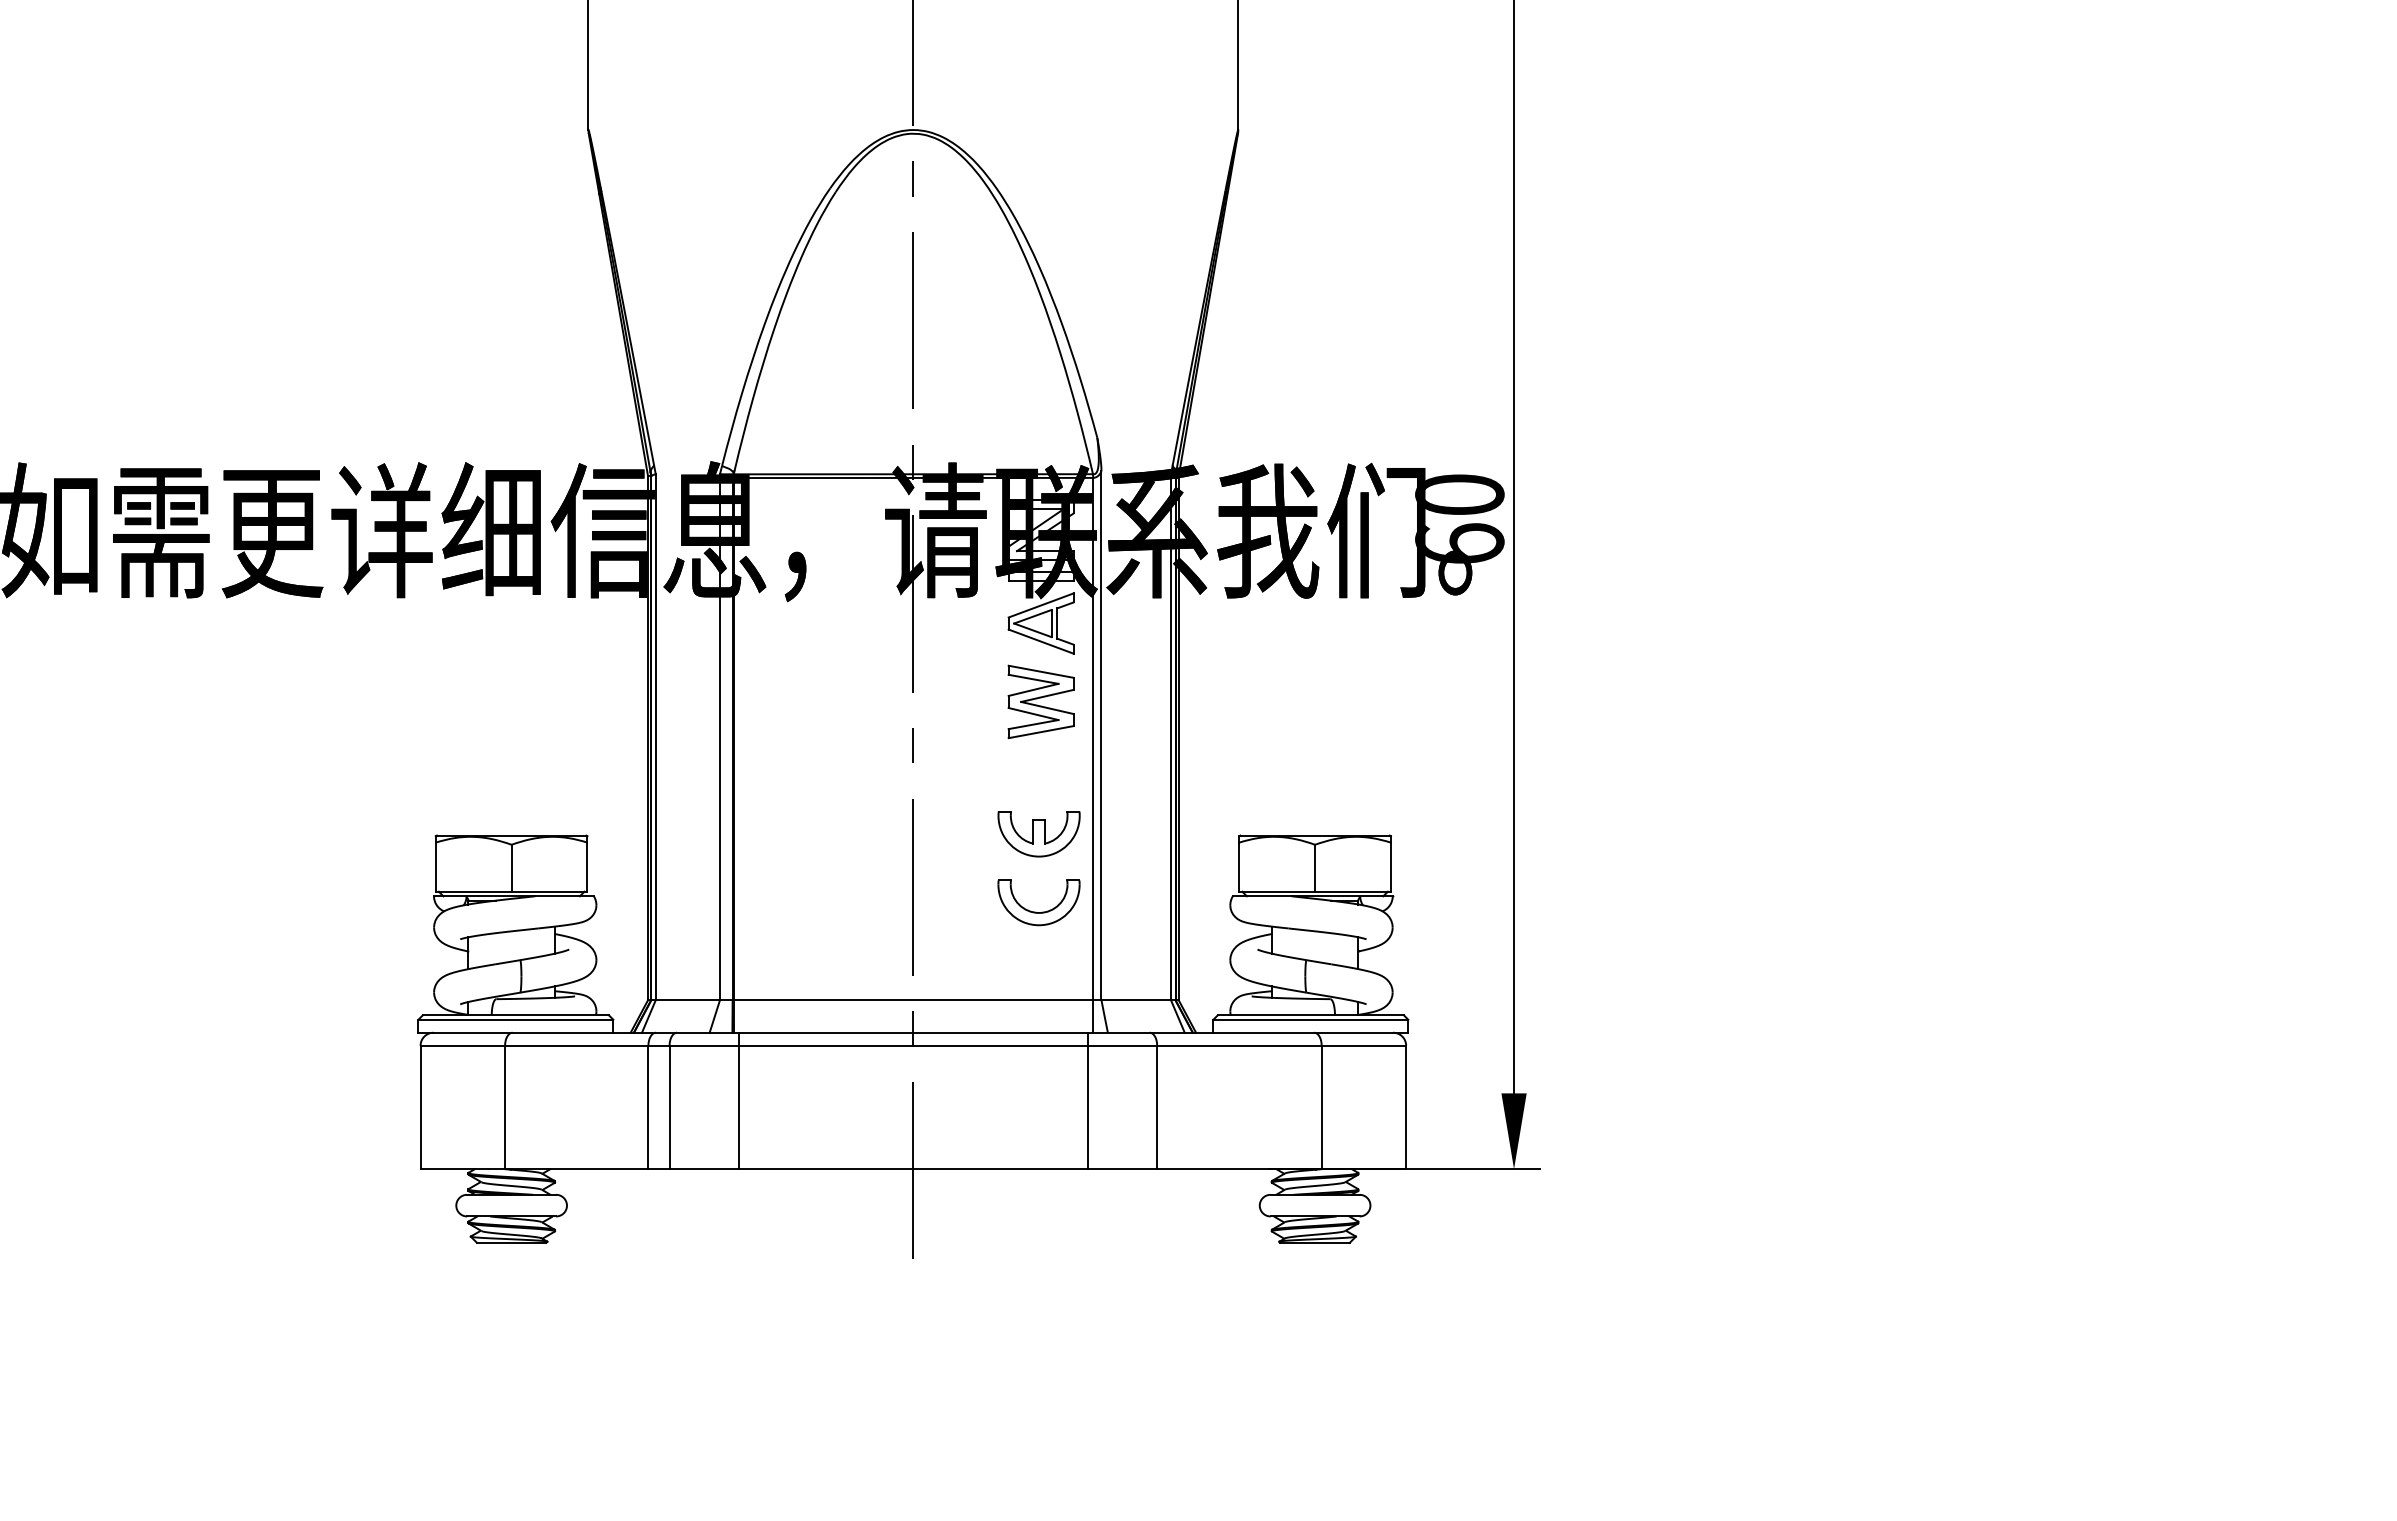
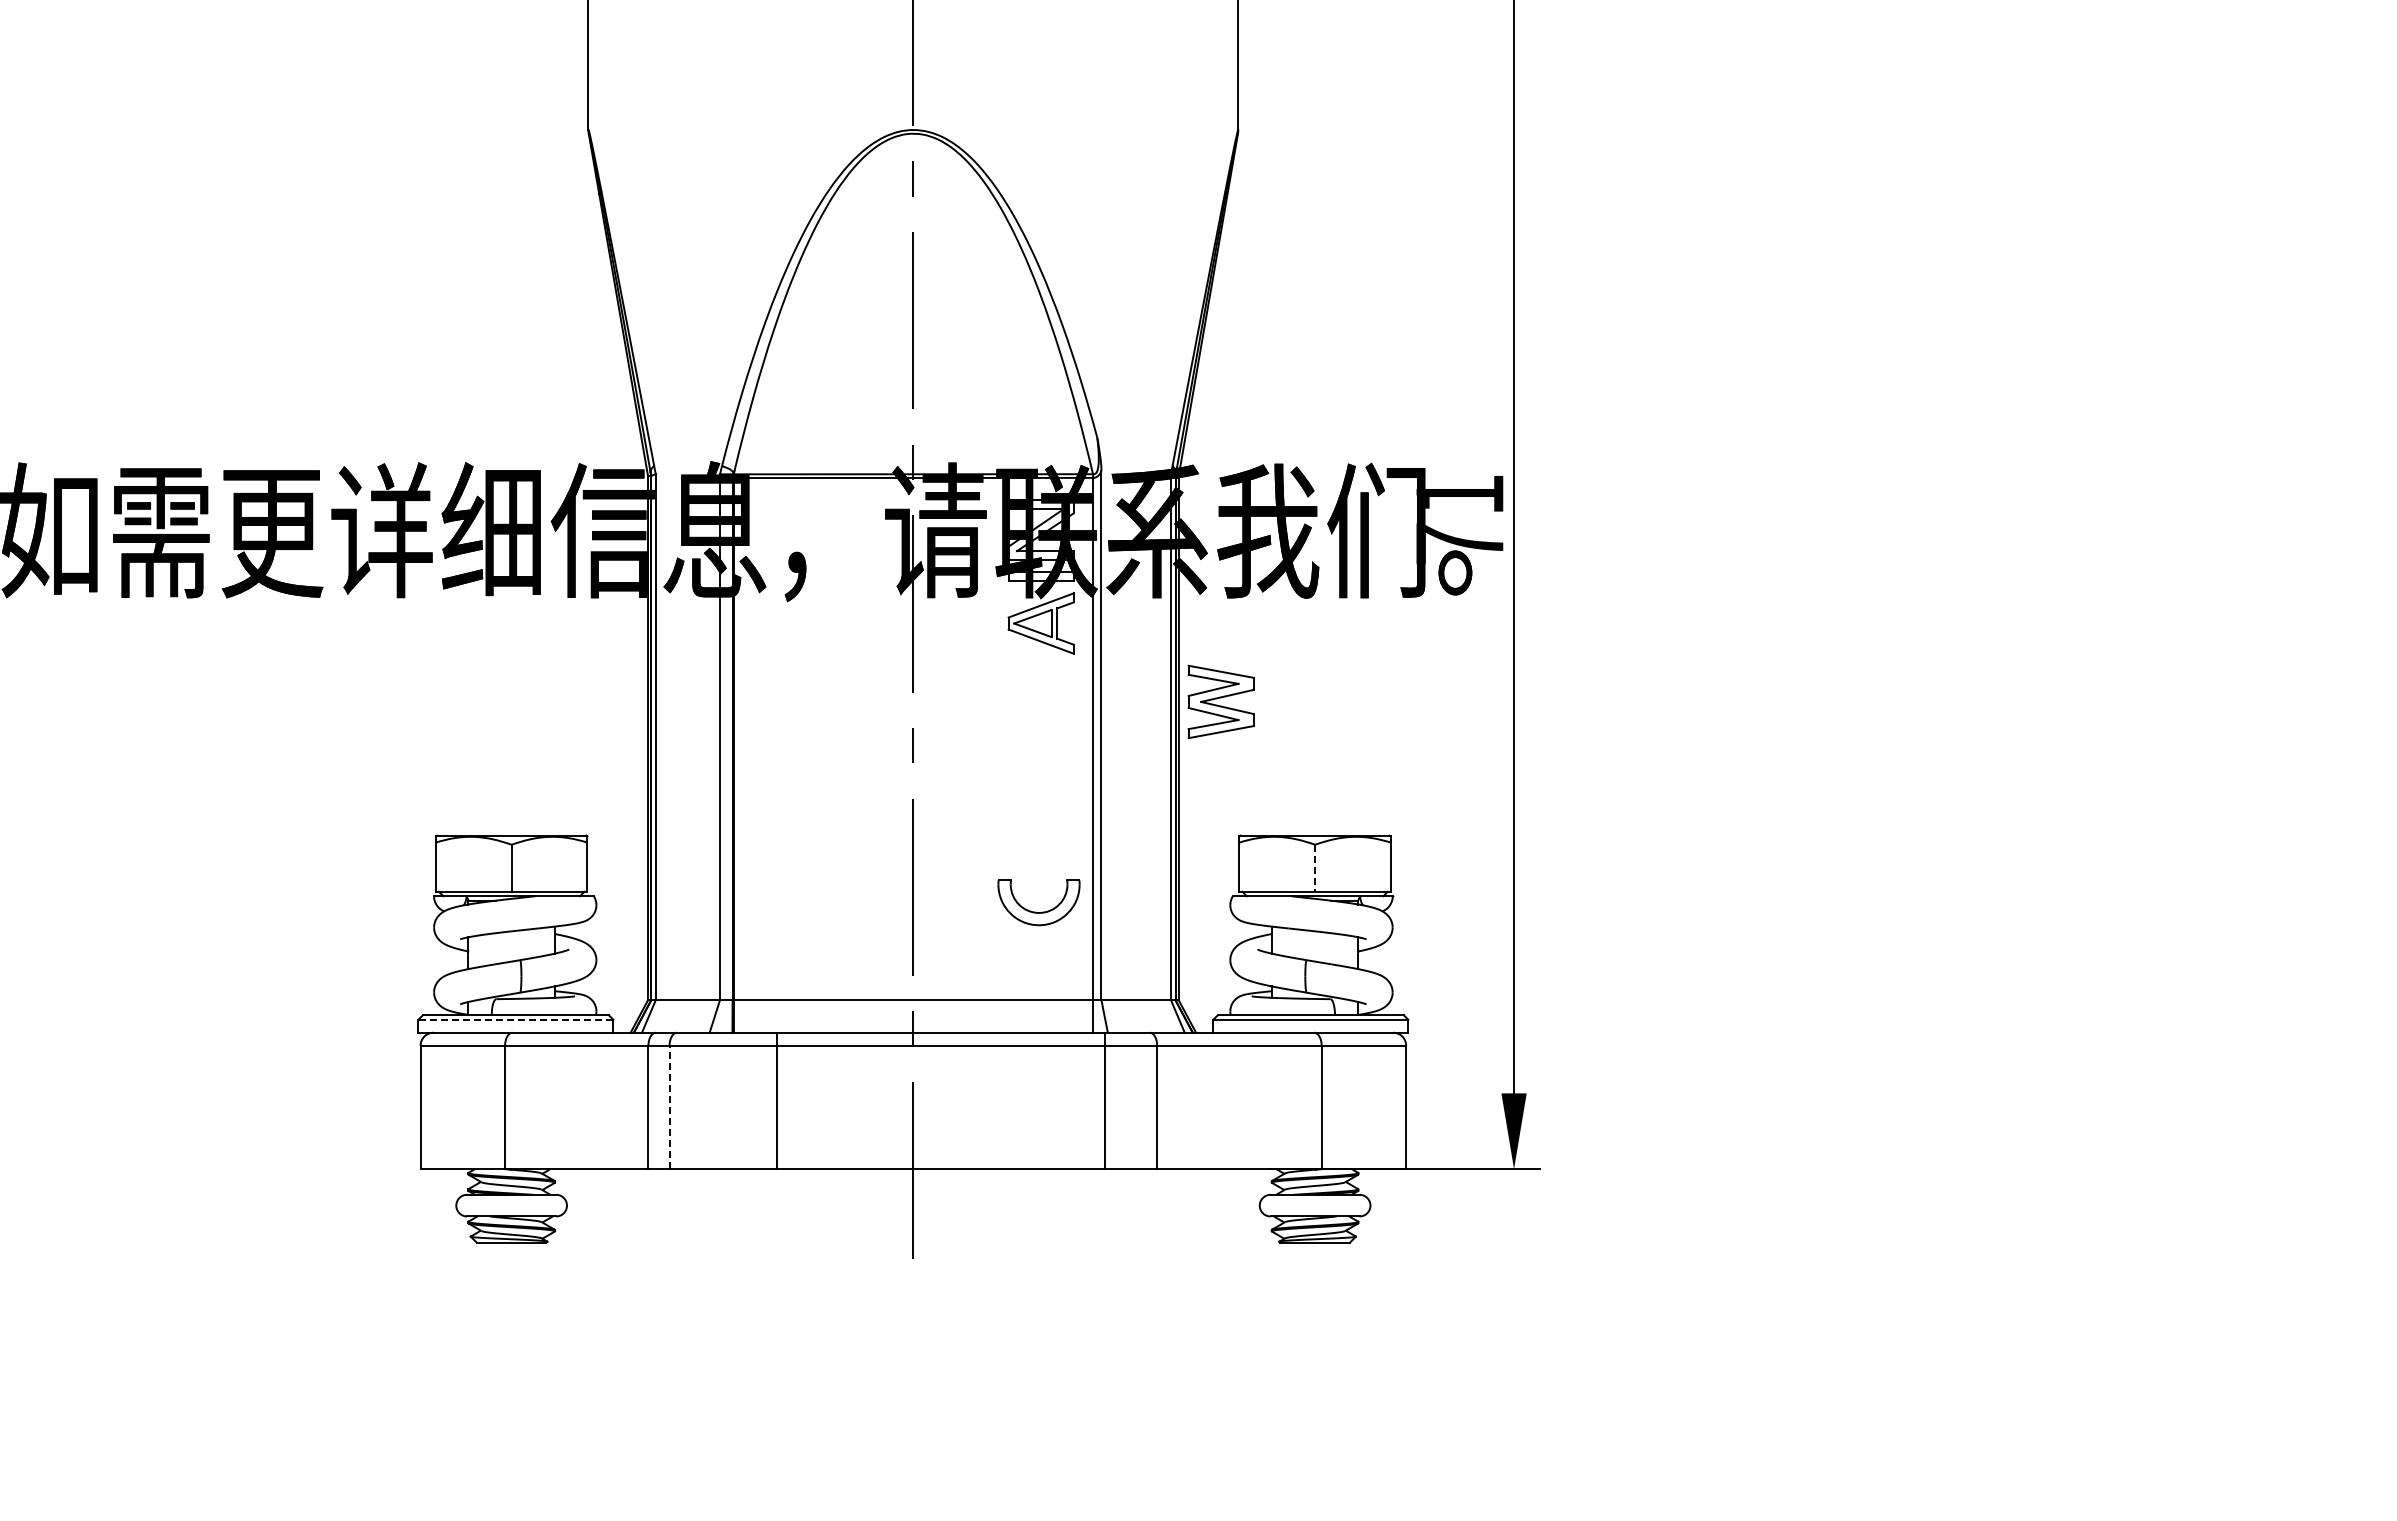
text at (1459, 519): 60 -> 71
part at (1040, 701) position: (1040, 701) -> (1220, 701)
part at (1038, 834): present -> none
line at (1315, 868): solid -> dashed
line at (515, 1019): solid -> dashed
line at (739, 1100) position: (739, 1100) -> (777, 1100)
line at (1087, 1100) position: (1087, 1100) -> (1104, 1100)
line at (669, 1107): solid -> dashed
